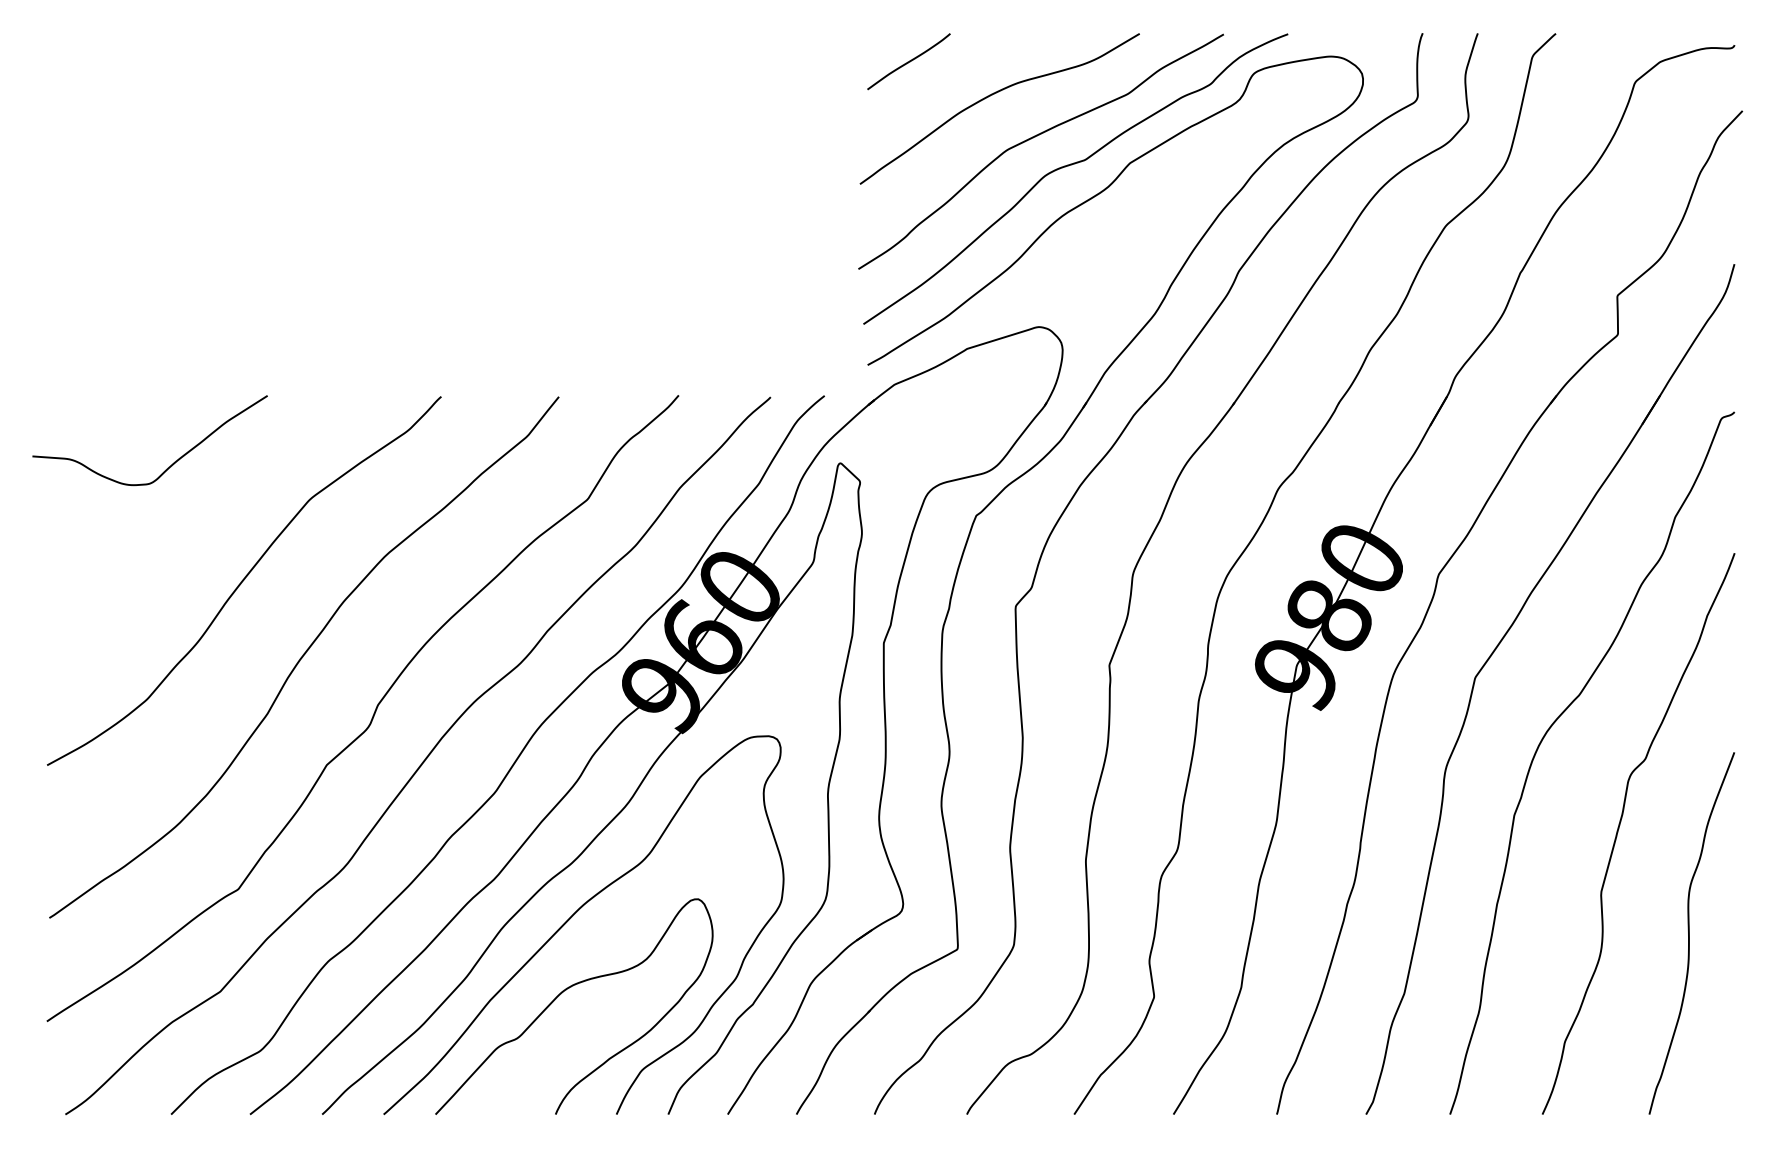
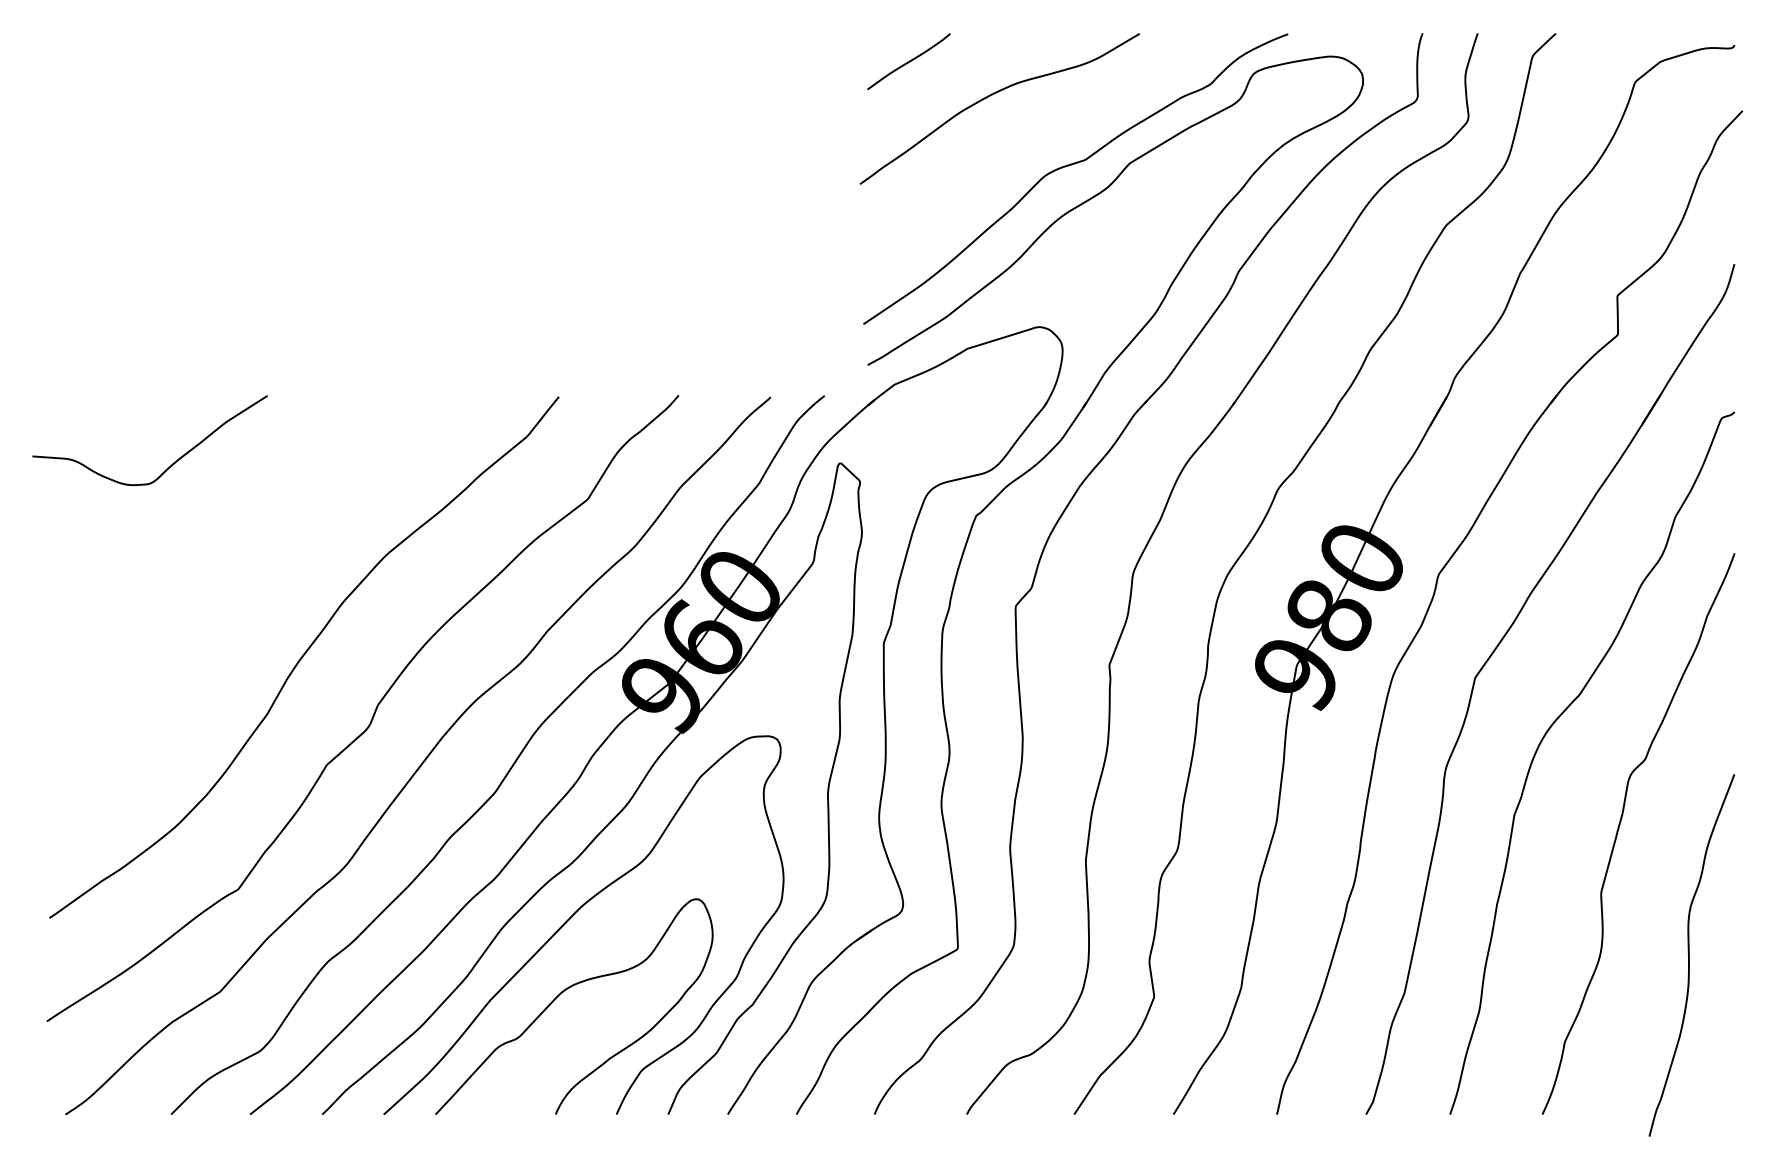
curve at (1033, 138): present -> none
curve at (244, 580): present -> none
curve at (1689, 933) position: (1689, 933) -> (1689, 955)
